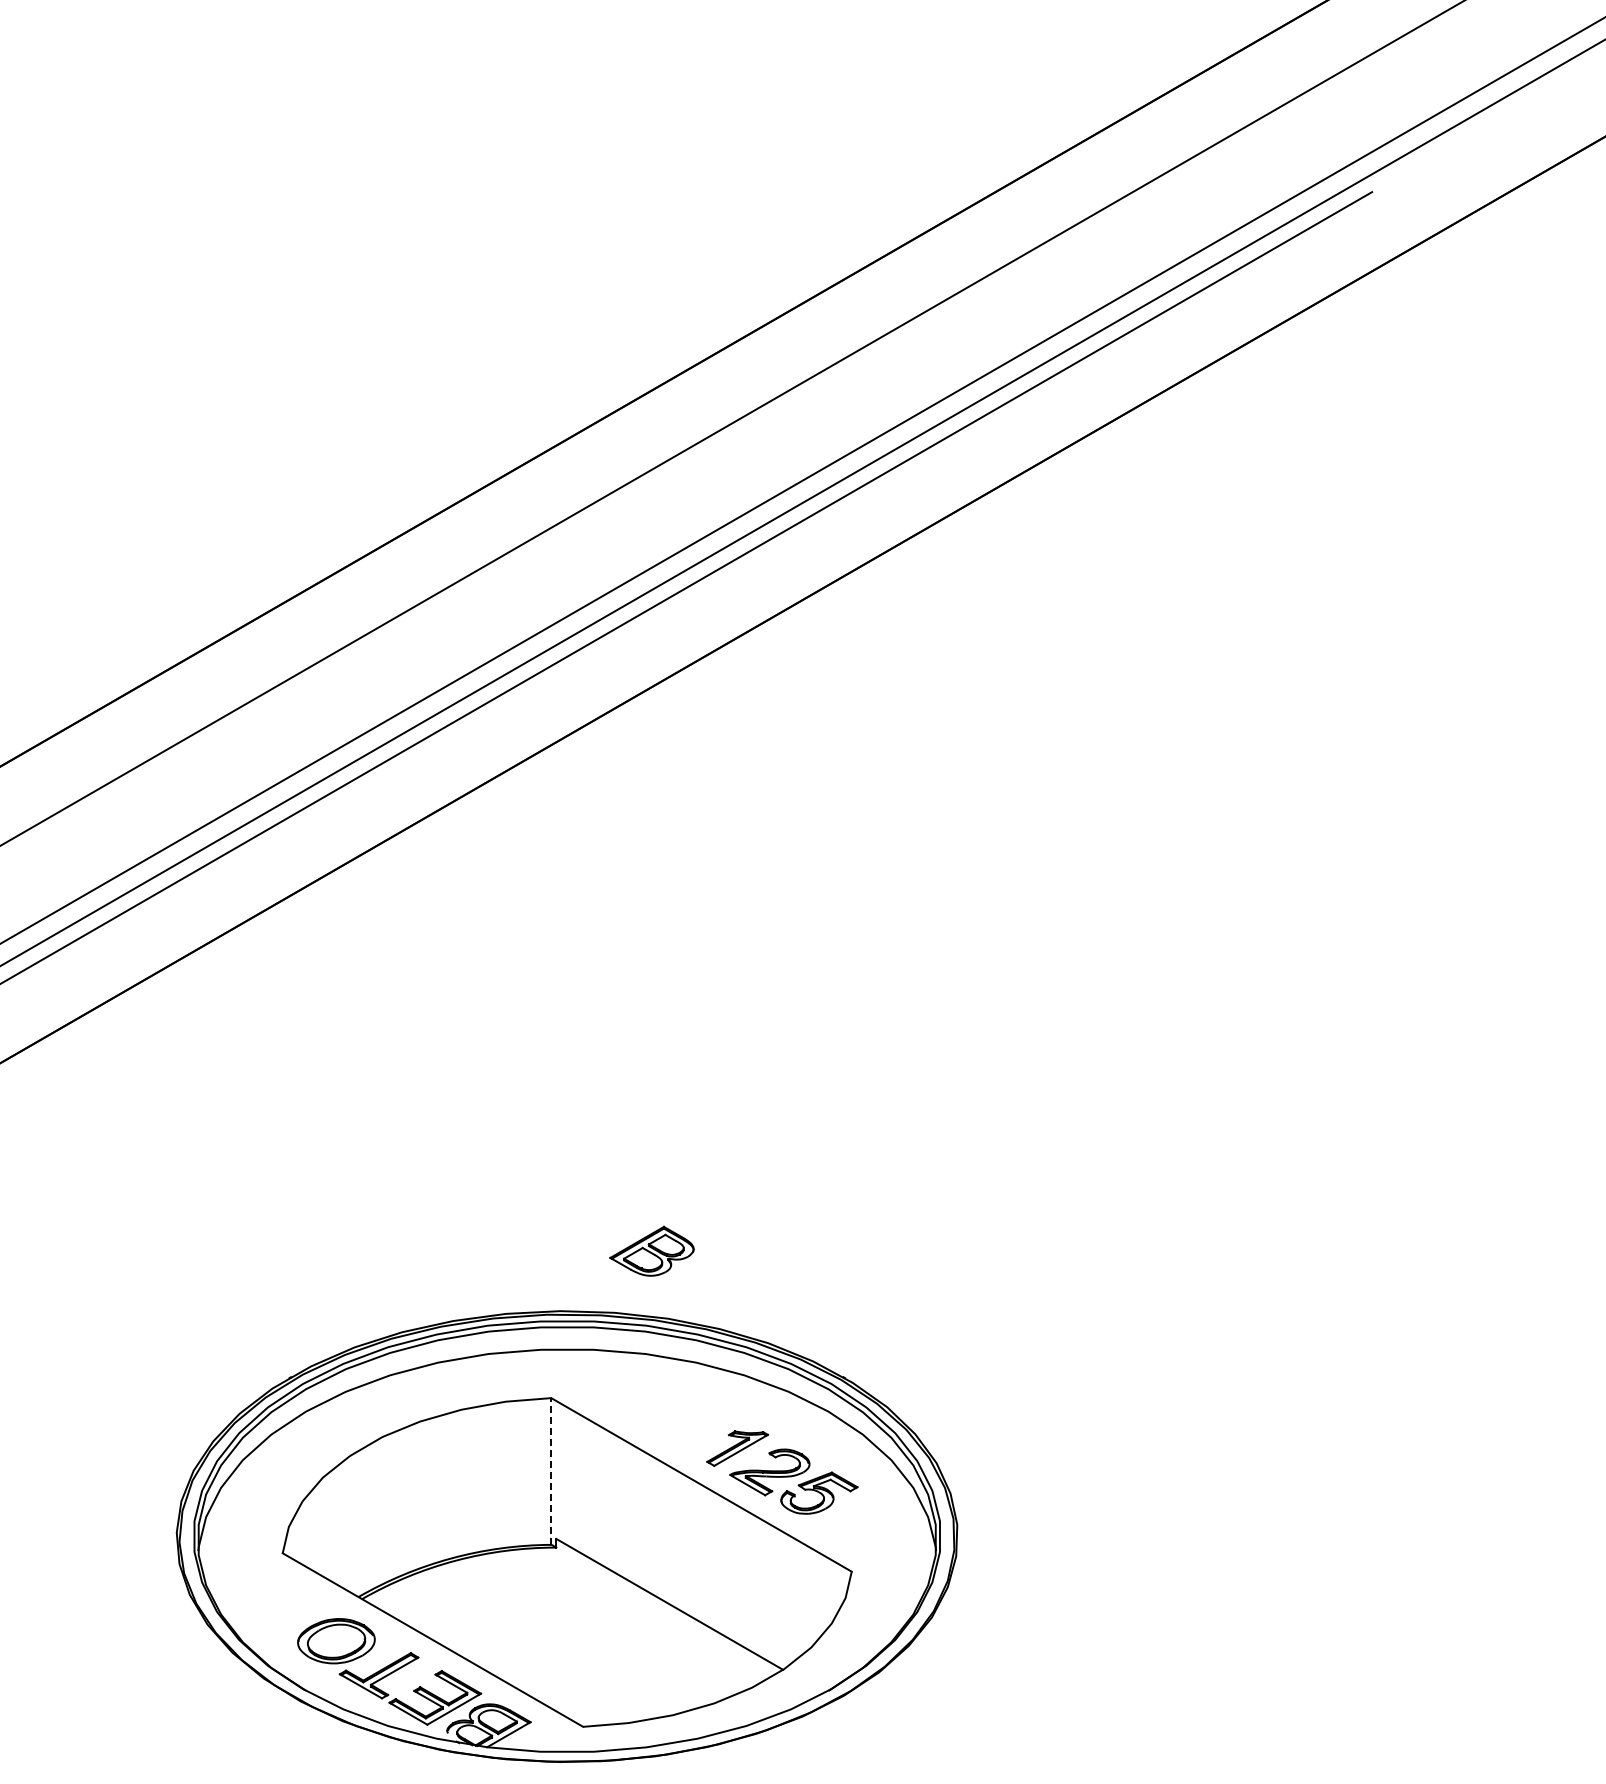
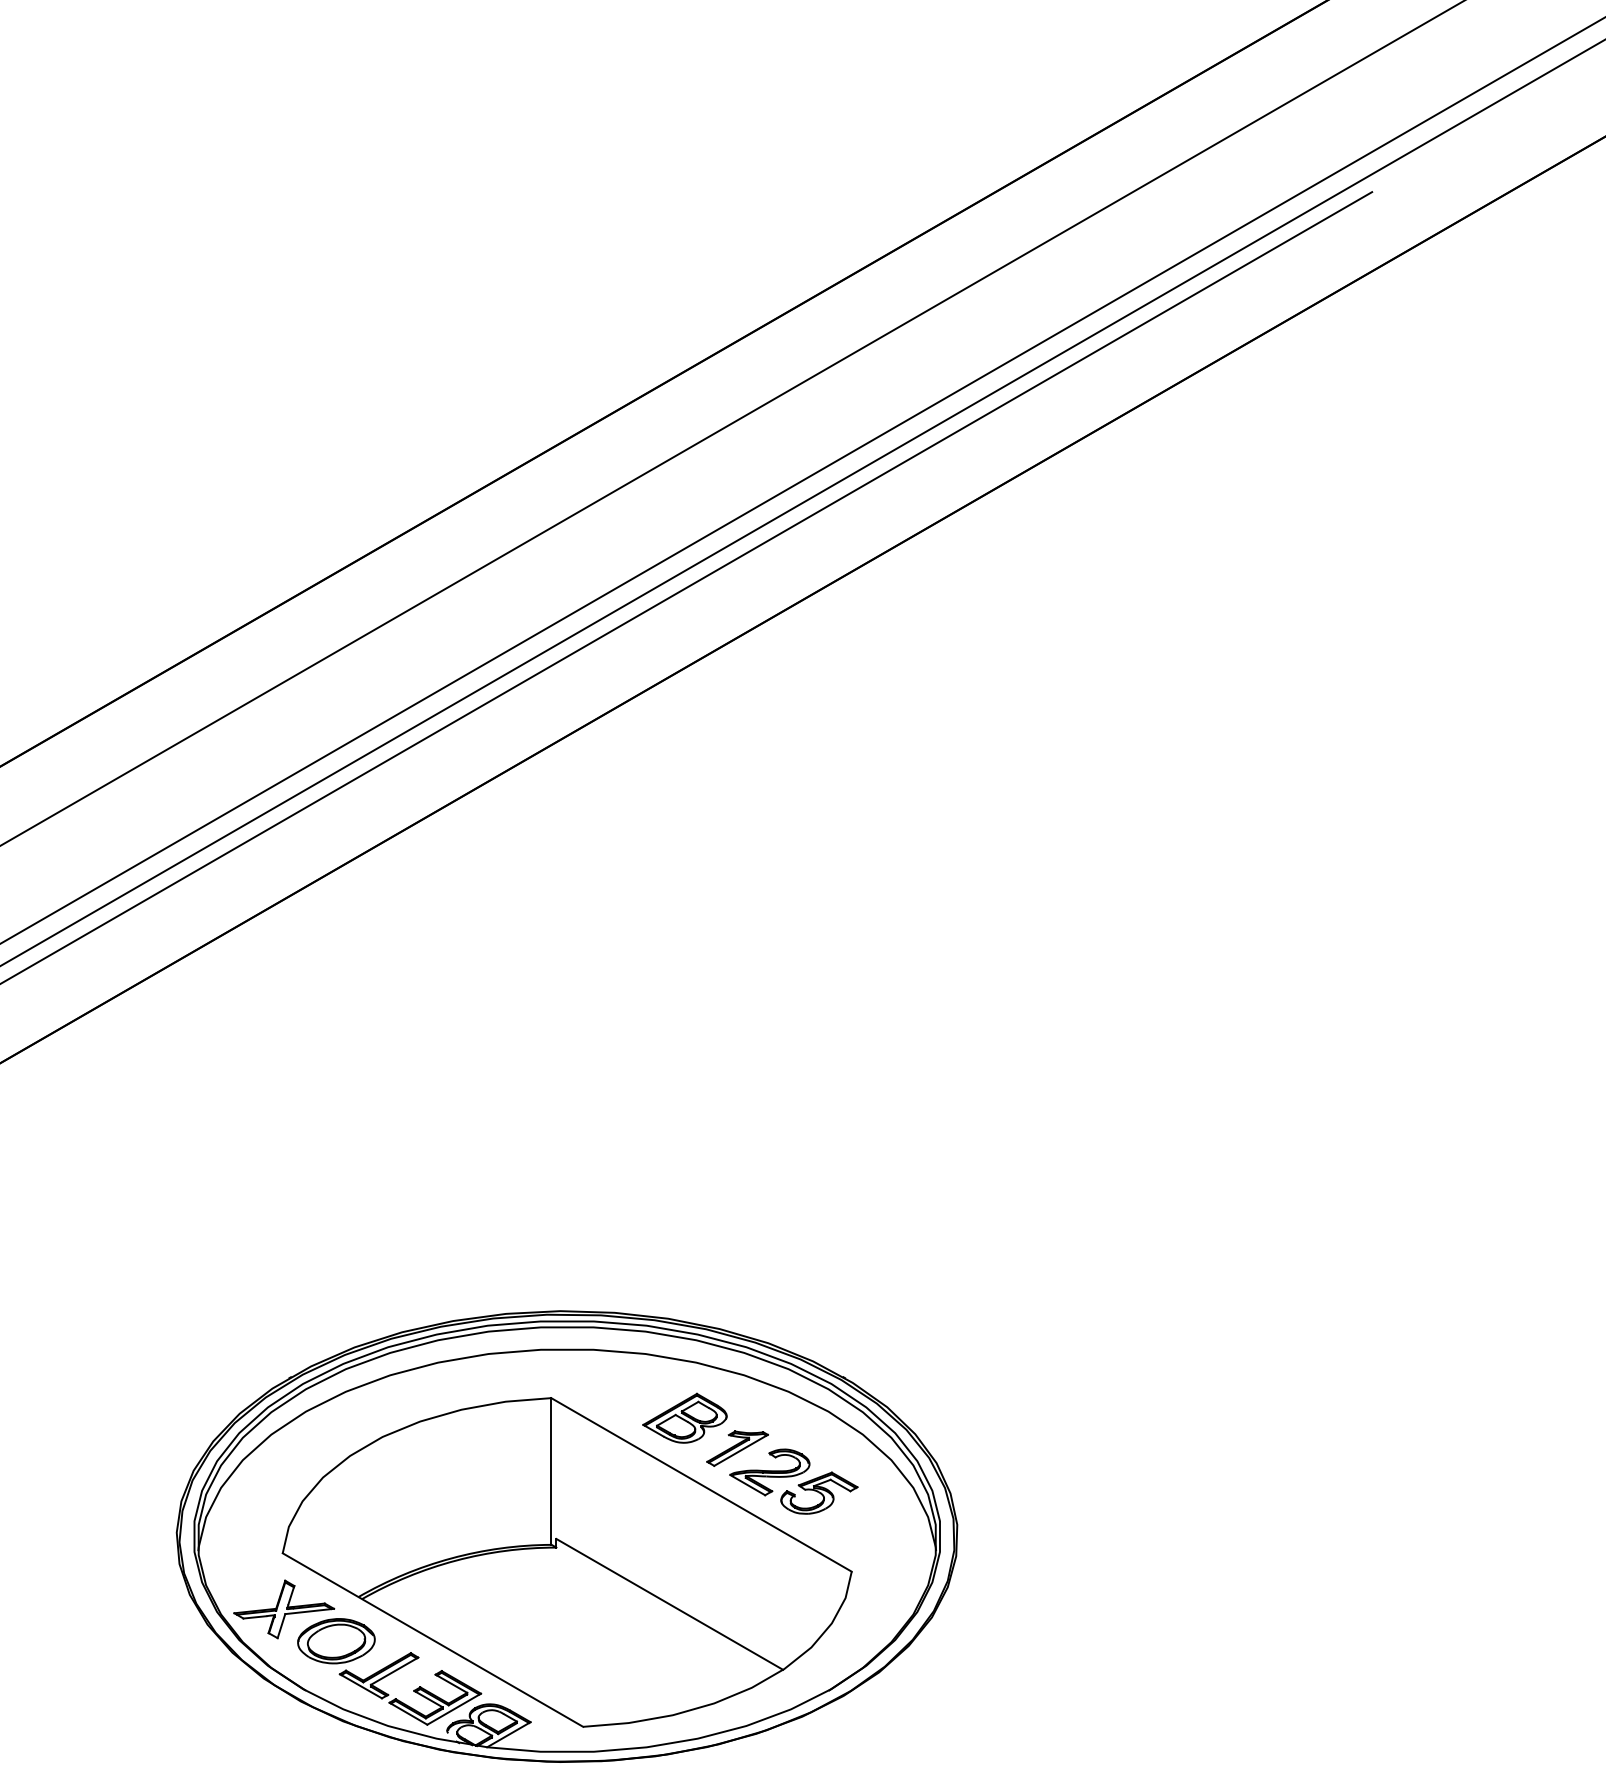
part at (651, 1250) position: (651, 1250) -> (684, 1417)
line at (551, 1470): dashed -> solid
part at (284, 1609): none -> present
